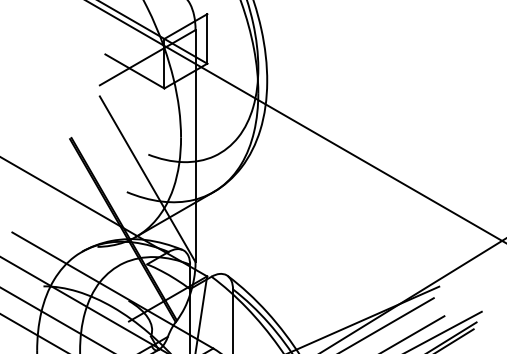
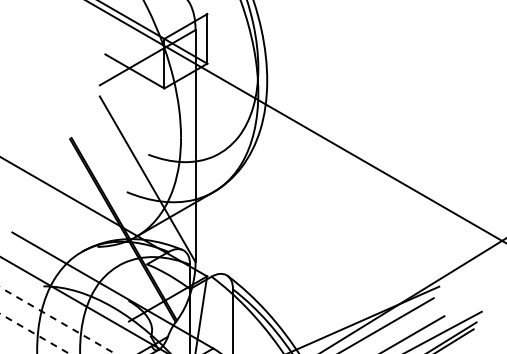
line at (57, 320): solid -> dashed
line at (35, 334): solid -> dashed
